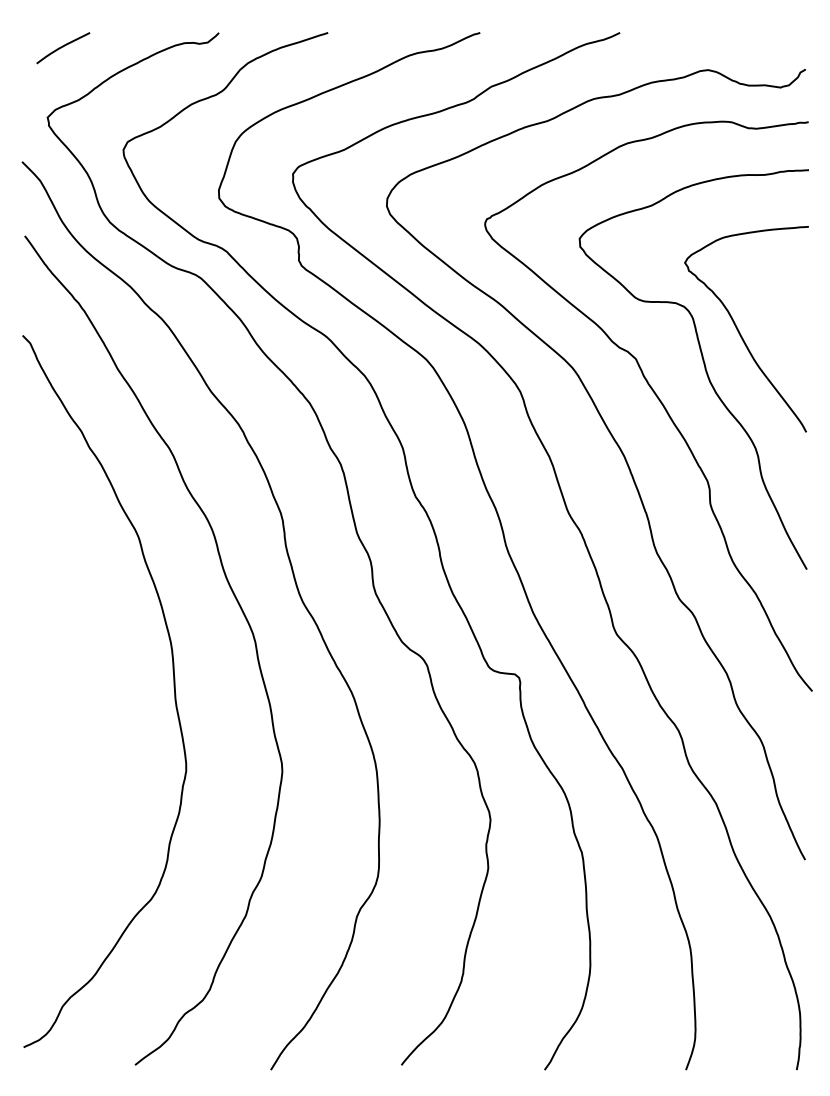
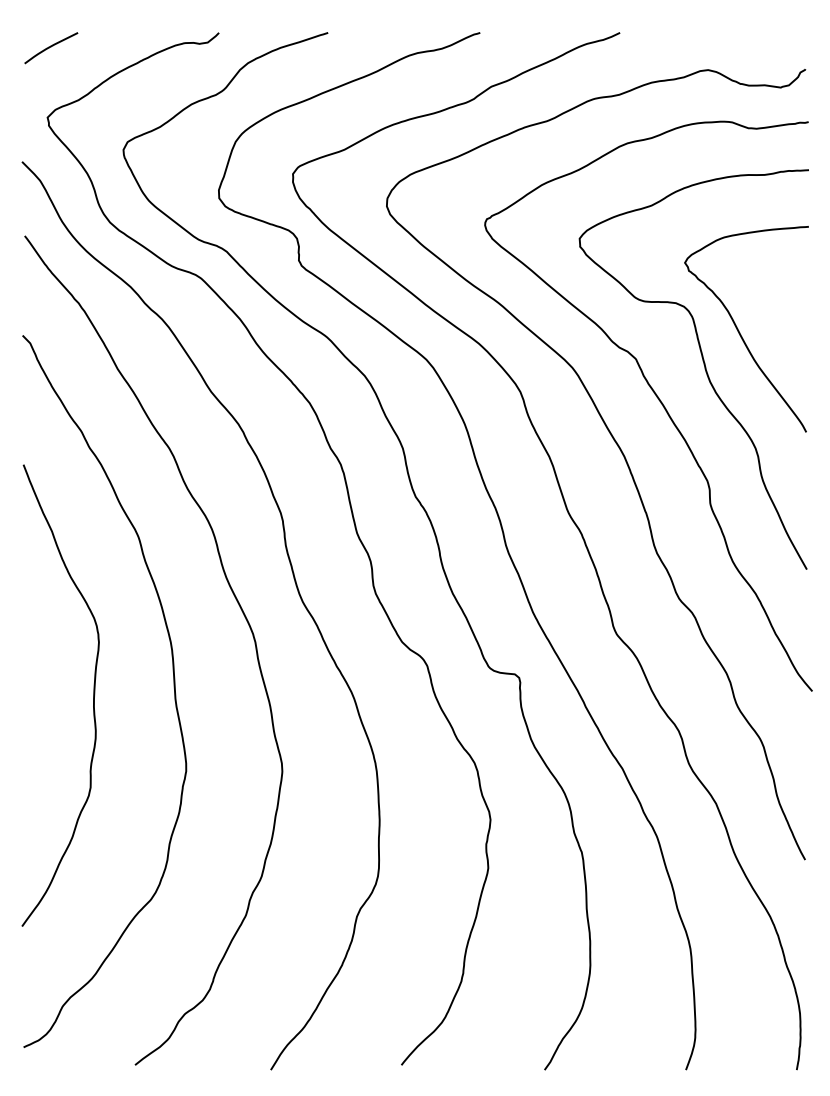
curve at (63, 47) position: (63, 47) -> (51, 47)
curve at (93, 695): none -> present
